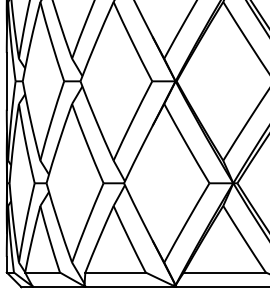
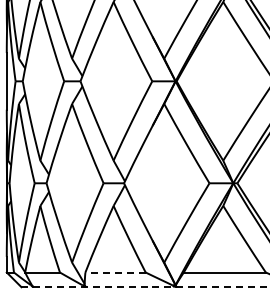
line at (115, 272): solid -> dashed
line at (145, 287): solid -> dashed
